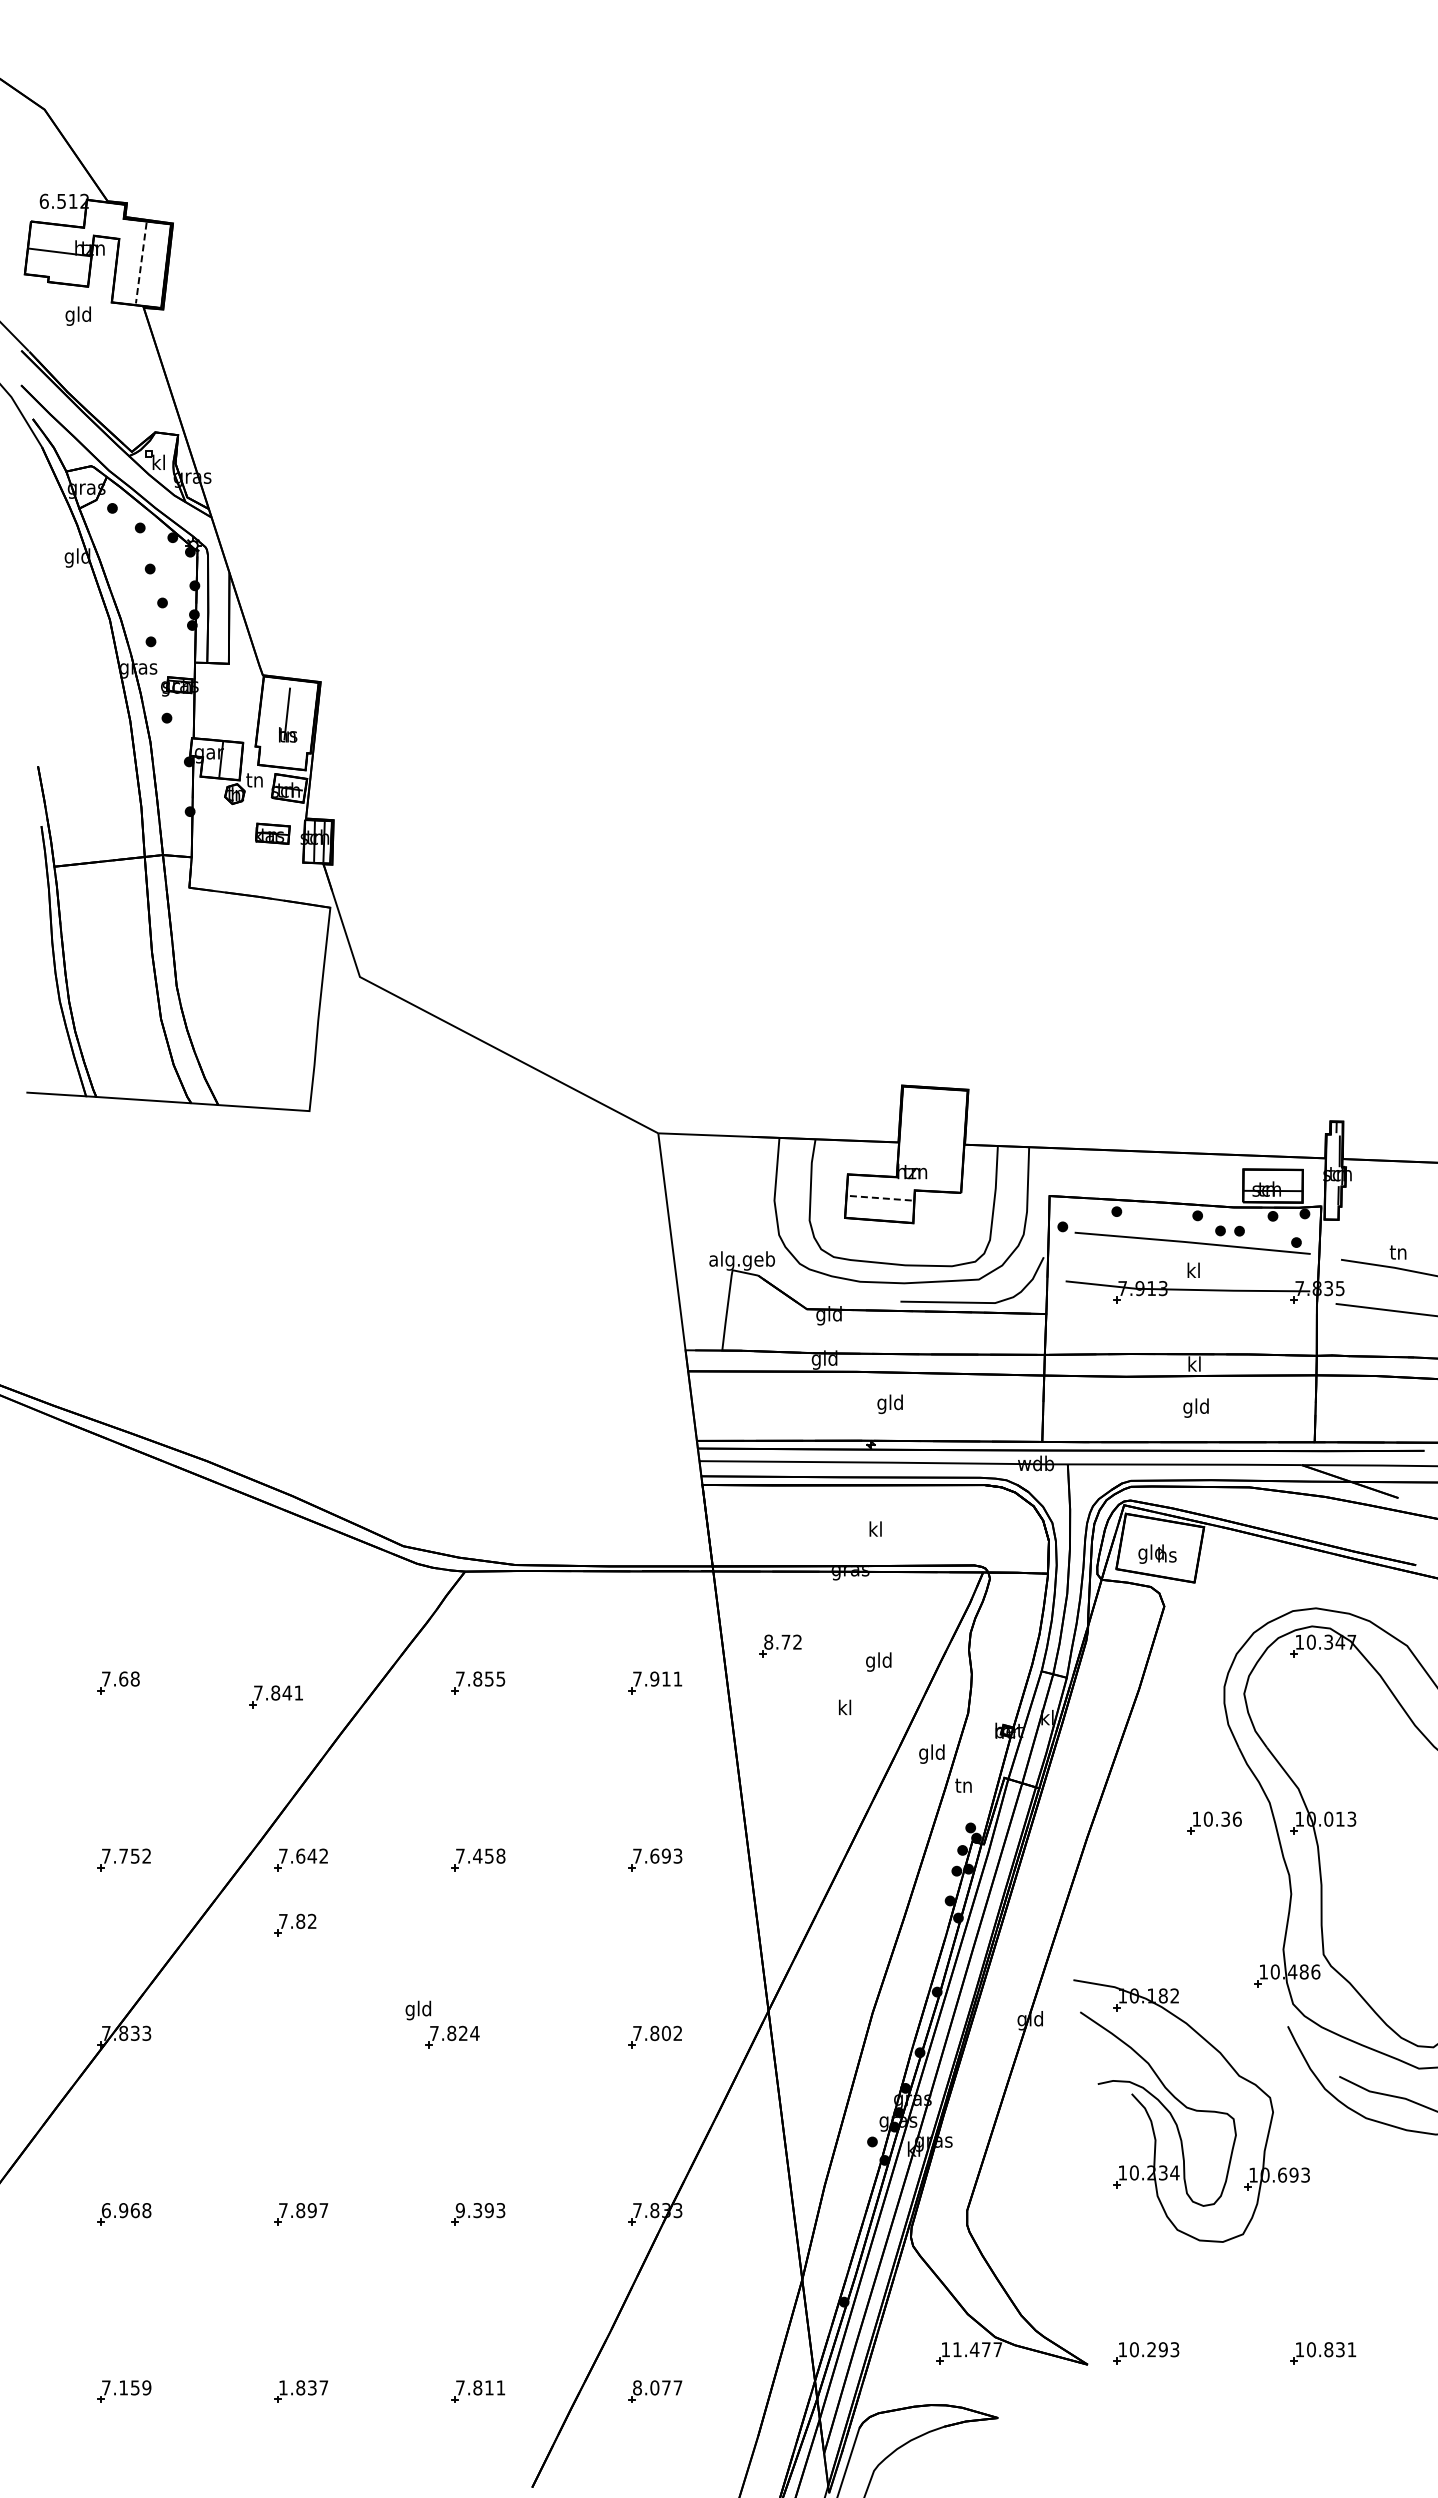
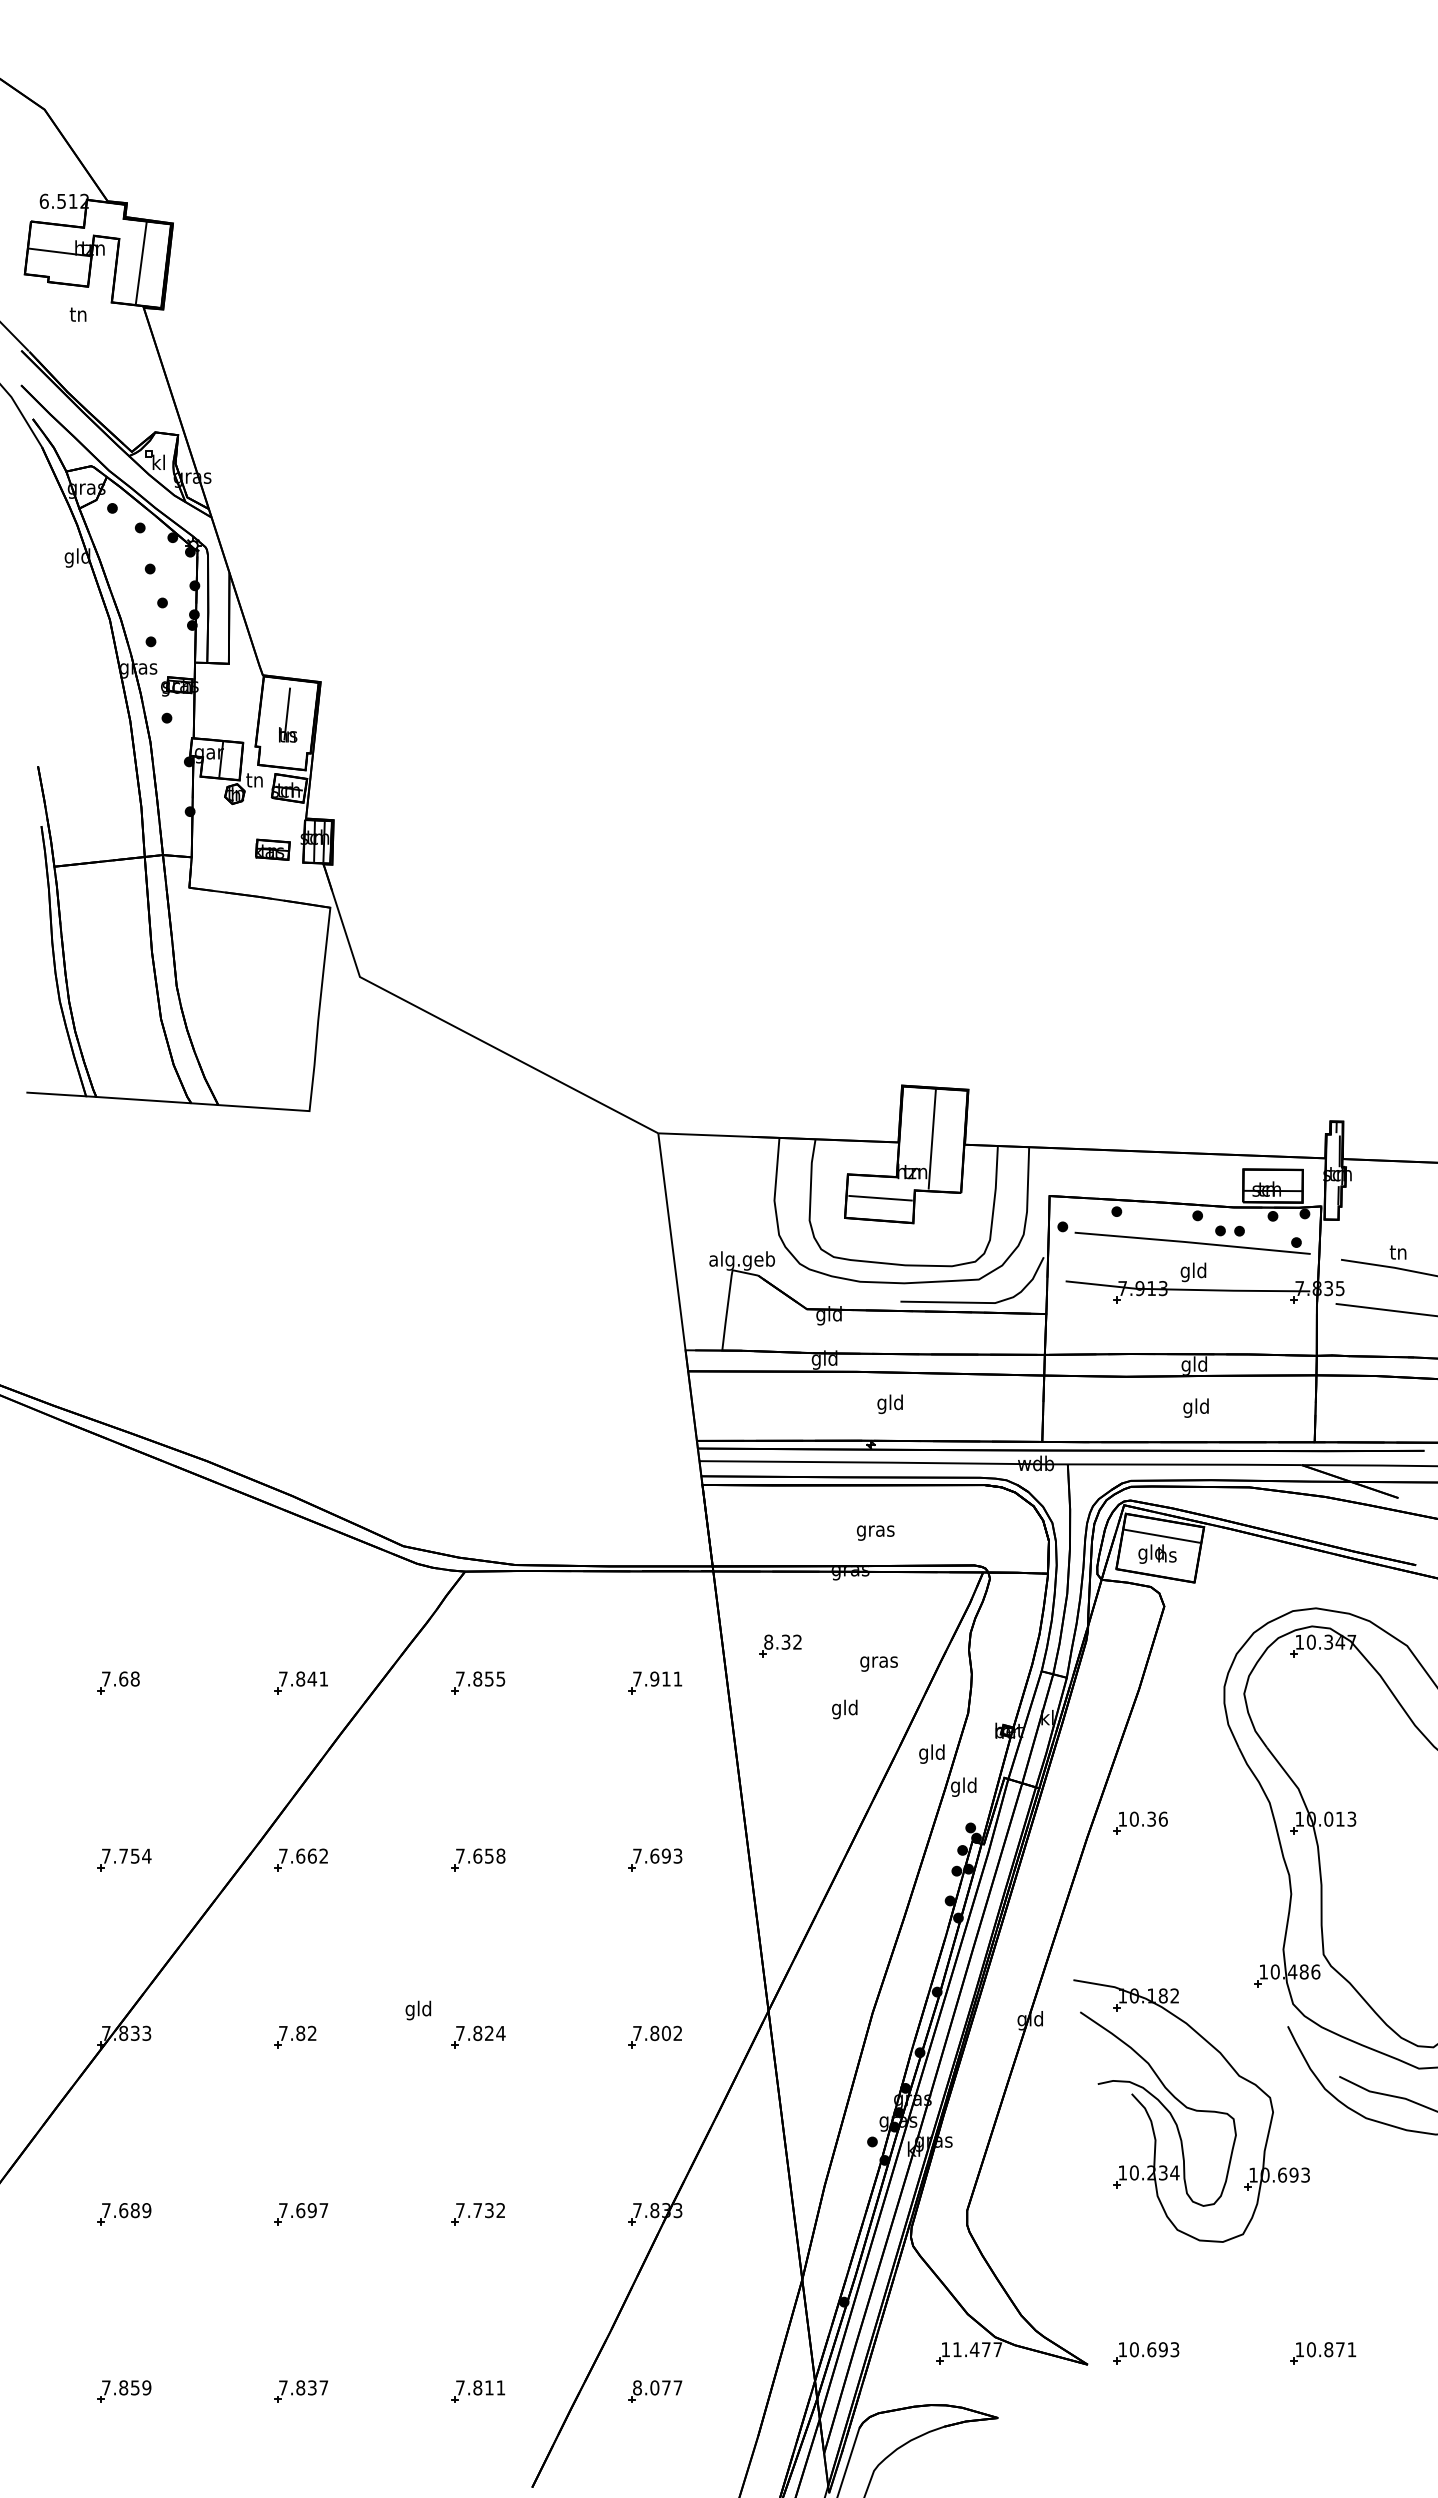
line at (141, 263): dashed -> solid
text at (77, 315): gld -> tn
part at (272, 833) position: (272, 833) -> (272, 849)
line at (931, 1139): none -> present
line at (880, 1198): dashed -> solid
text at (1193, 1272): kl -> gld
text at (1193, 1365): kl -> gld
text at (875, 1530): kl -> gras
line at (1161, 1535): none -> present
text at (785, 1641): 8.72 -> 8.32
text at (878, 1661): gld -> gras
part at (275, 1696) position: (275, 1696) -> (300, 1682)
text at (844, 1709): kl -> gld
text at (963, 1786): tn -> gld
part at (1214, 1822) position: (1214, 1822) -> (1140, 1822)
text at (146, 1855): 7.752 -> 7.754
text at (312, 1855): 7.642 -> 7.662
text at (477, 1855): 7.458 -> 7.658
part at (295, 1924) position: (295, 1924) -> (295, 2036)
part at (452, 2036) position: (452, 2036) -> (478, 2036)
text at (126, 2210): 6.968 -> 7.689
text at (300, 2210): 7.897 -> 7.697
text at (480, 2210): 9.393 -> 7.732
text at (1151, 2349): 10.293 -> 10.693
text at (1340, 2349): 10.831 -> 10.871
text at (123, 2387): 7.159 -> 7.859
text at (283, 2387): 1.837 -> 7.837
